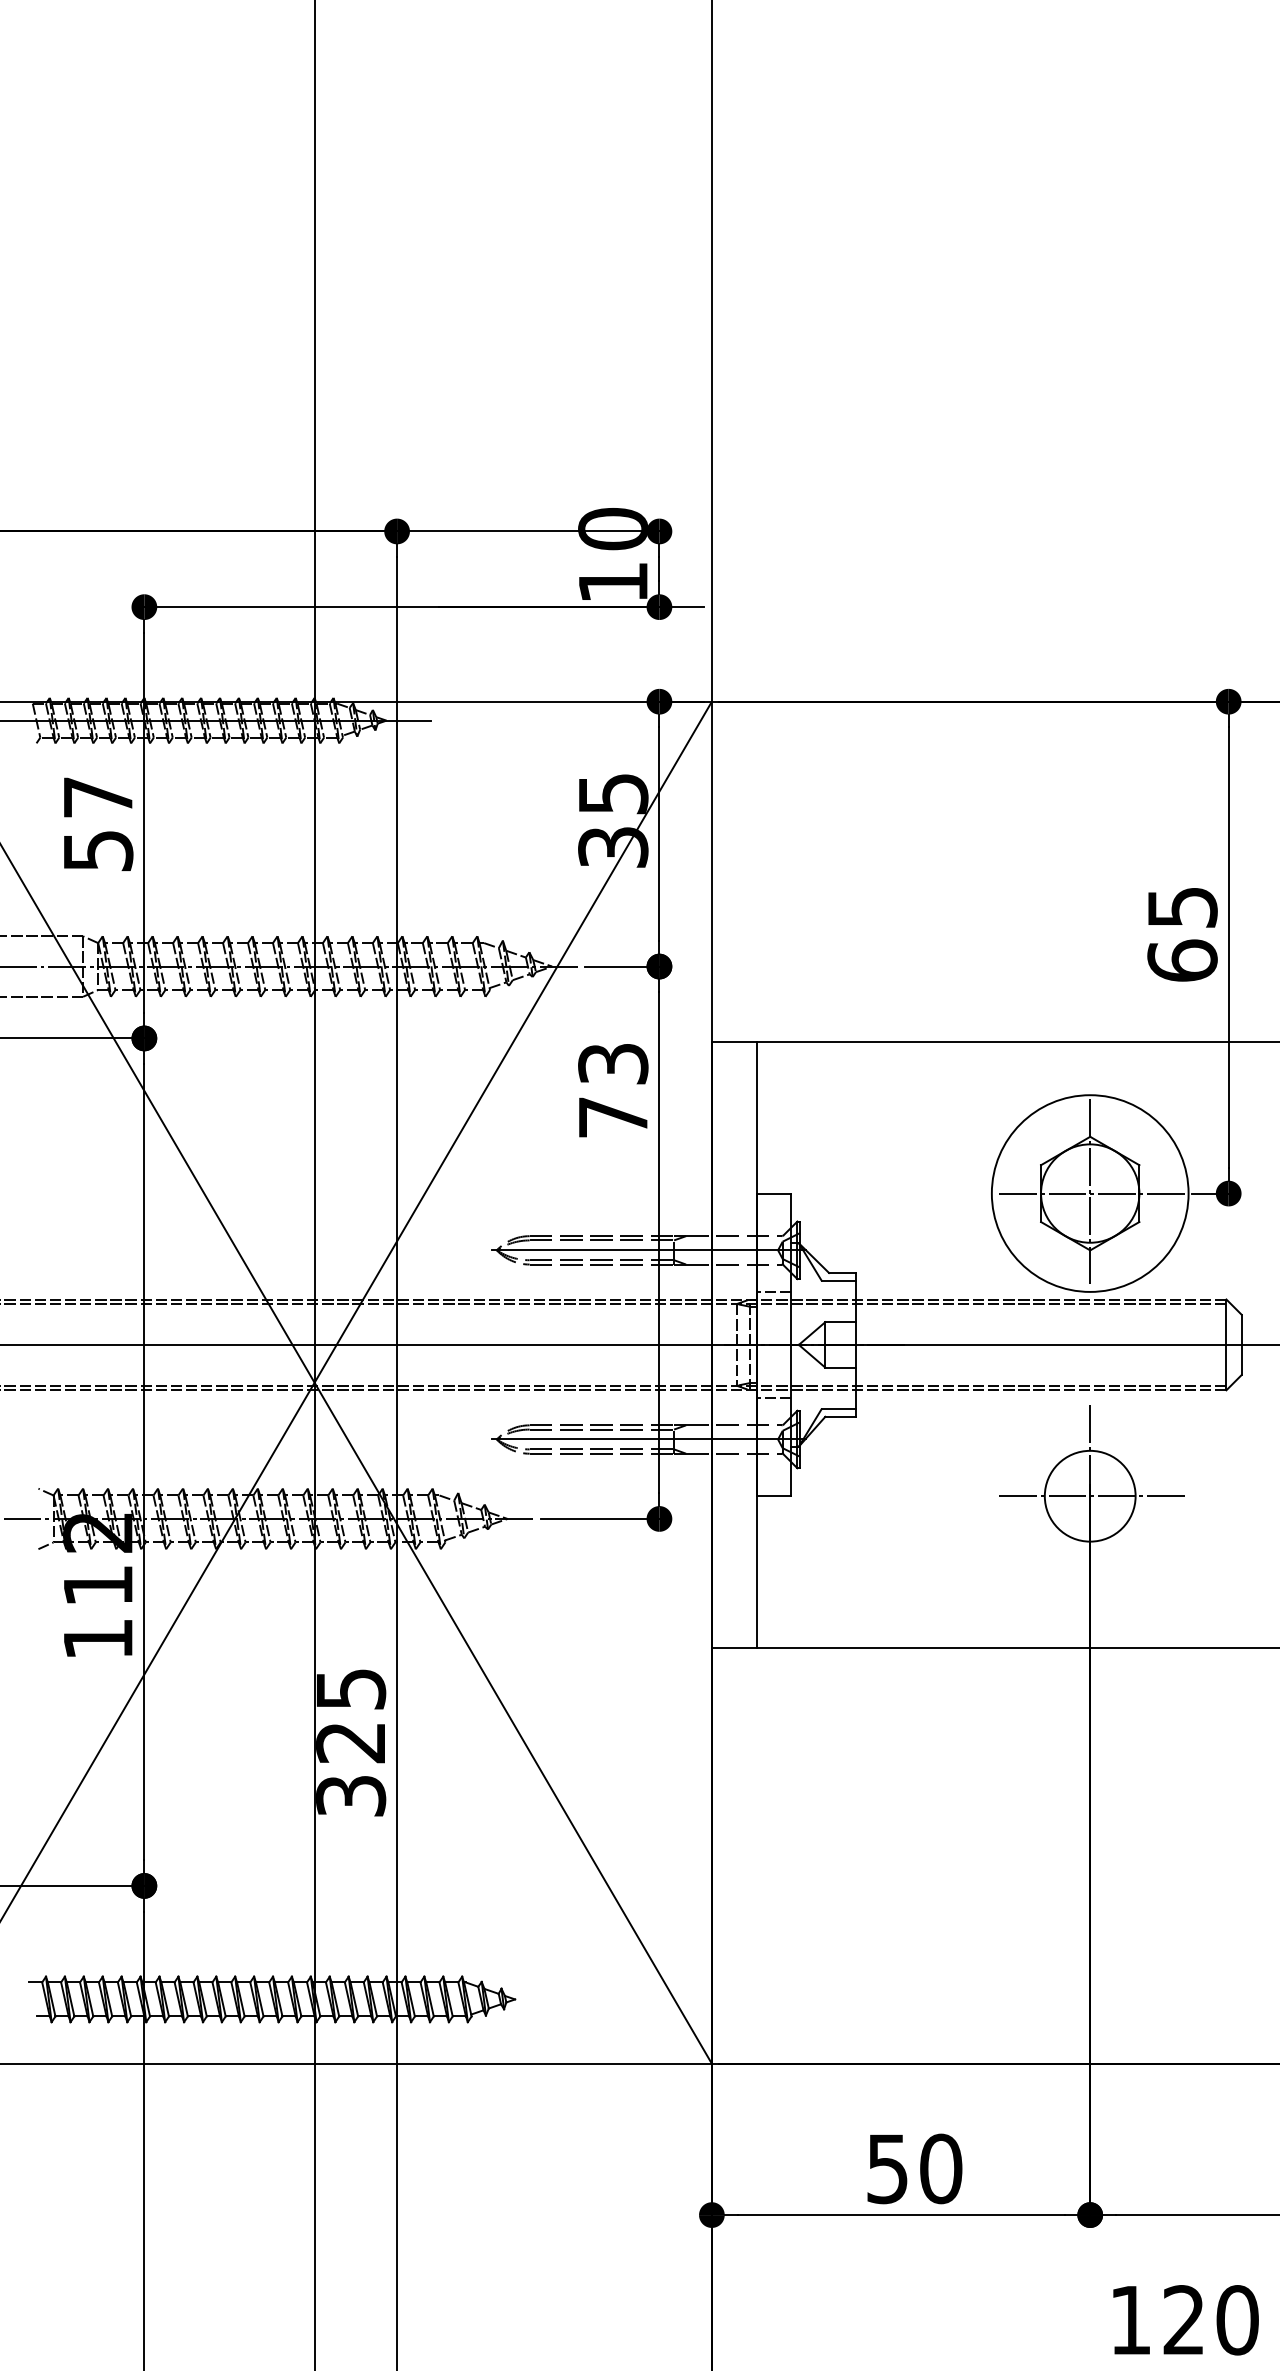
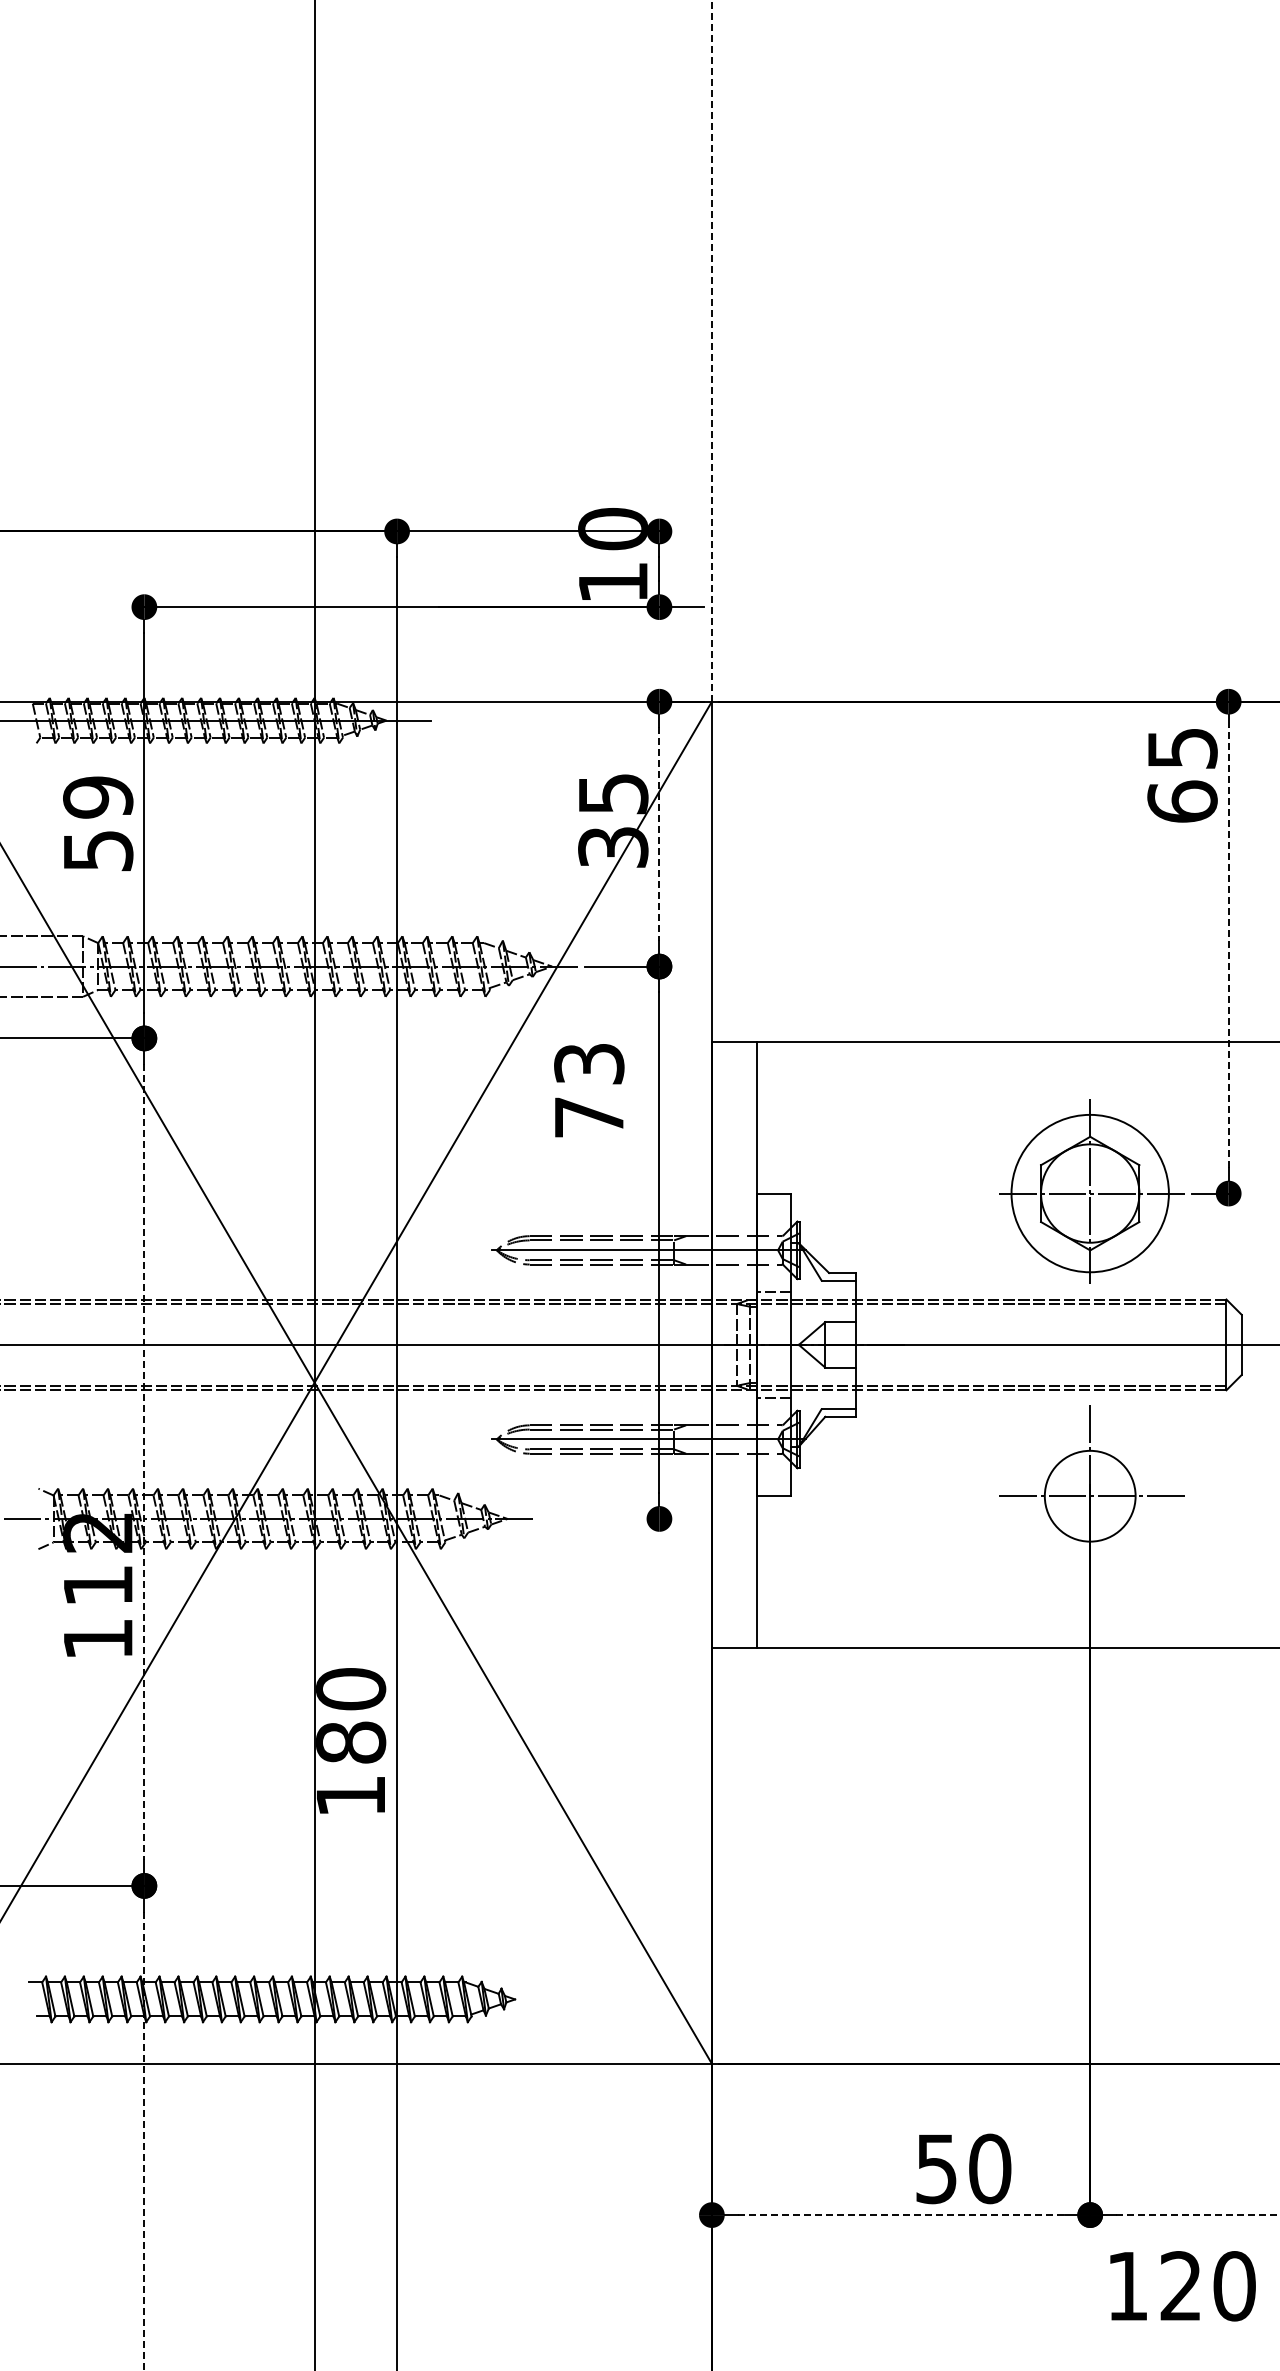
line at (711, 350): solid -> dashed
text at (98, 797): 57 -> 59
line at (659, 834): solid -> dashed
text at (1182, 934) position: (1182, 934) -> (1182, 775)
line at (1228, 947): solid -> dashed
text at (613, 1090) position: (613, 1090) -> (589, 1090)
circle at (1089, 1193) diameter: 197 px -> 157 px
line at (144, 1462): solid -> dashed
line at (603, 1518): present -> none
text at (351, 1742): 325 -> 180
line at (144, 2141): solid -> dashed
text at (914, 2168) position: (914, 2168) -> (963, 2168)
line at (901, 2215): solid -> dashed
line at (1197, 2215): solid -> dashed
text at (1185, 2320) position: (1185, 2320) -> (1182, 2286)
